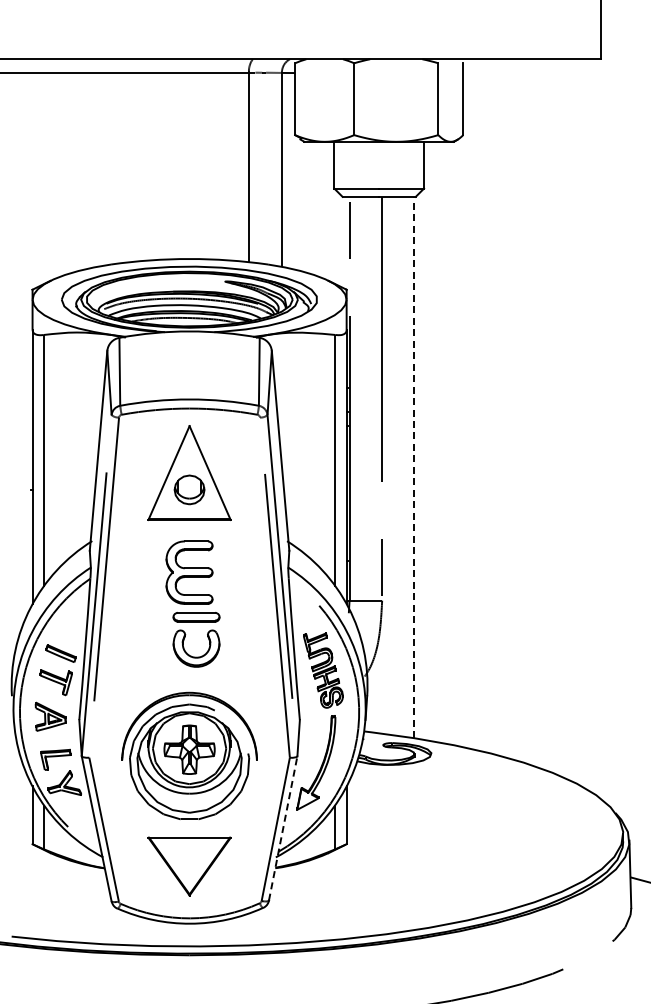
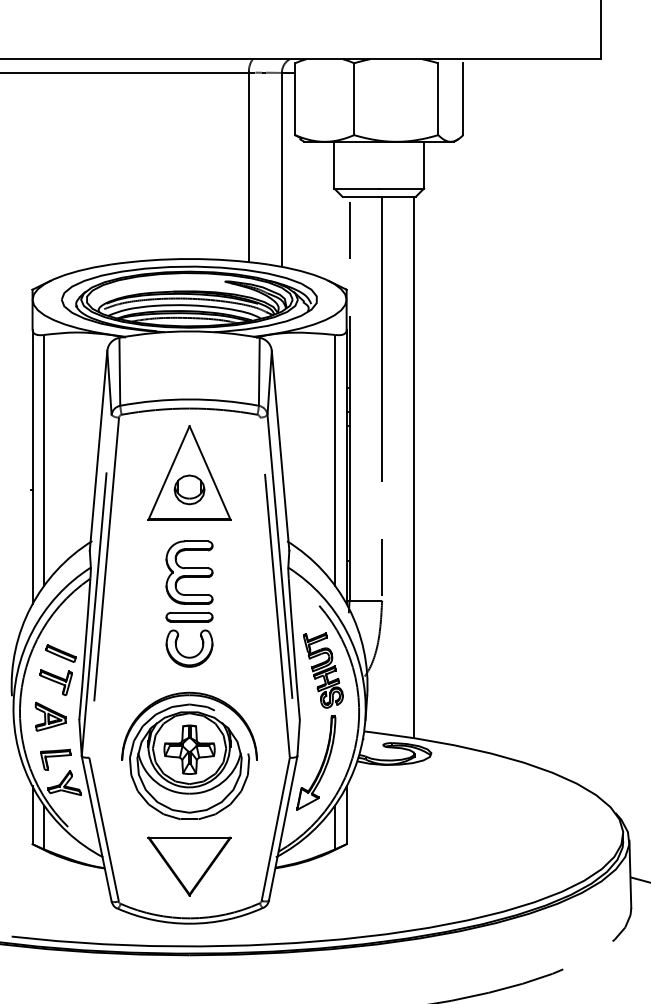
line at (413, 467): dashed -> solid
part at (186, 634) position: (186, 634) -> (179, 634)
line at (283, 828): dashed -> solid
